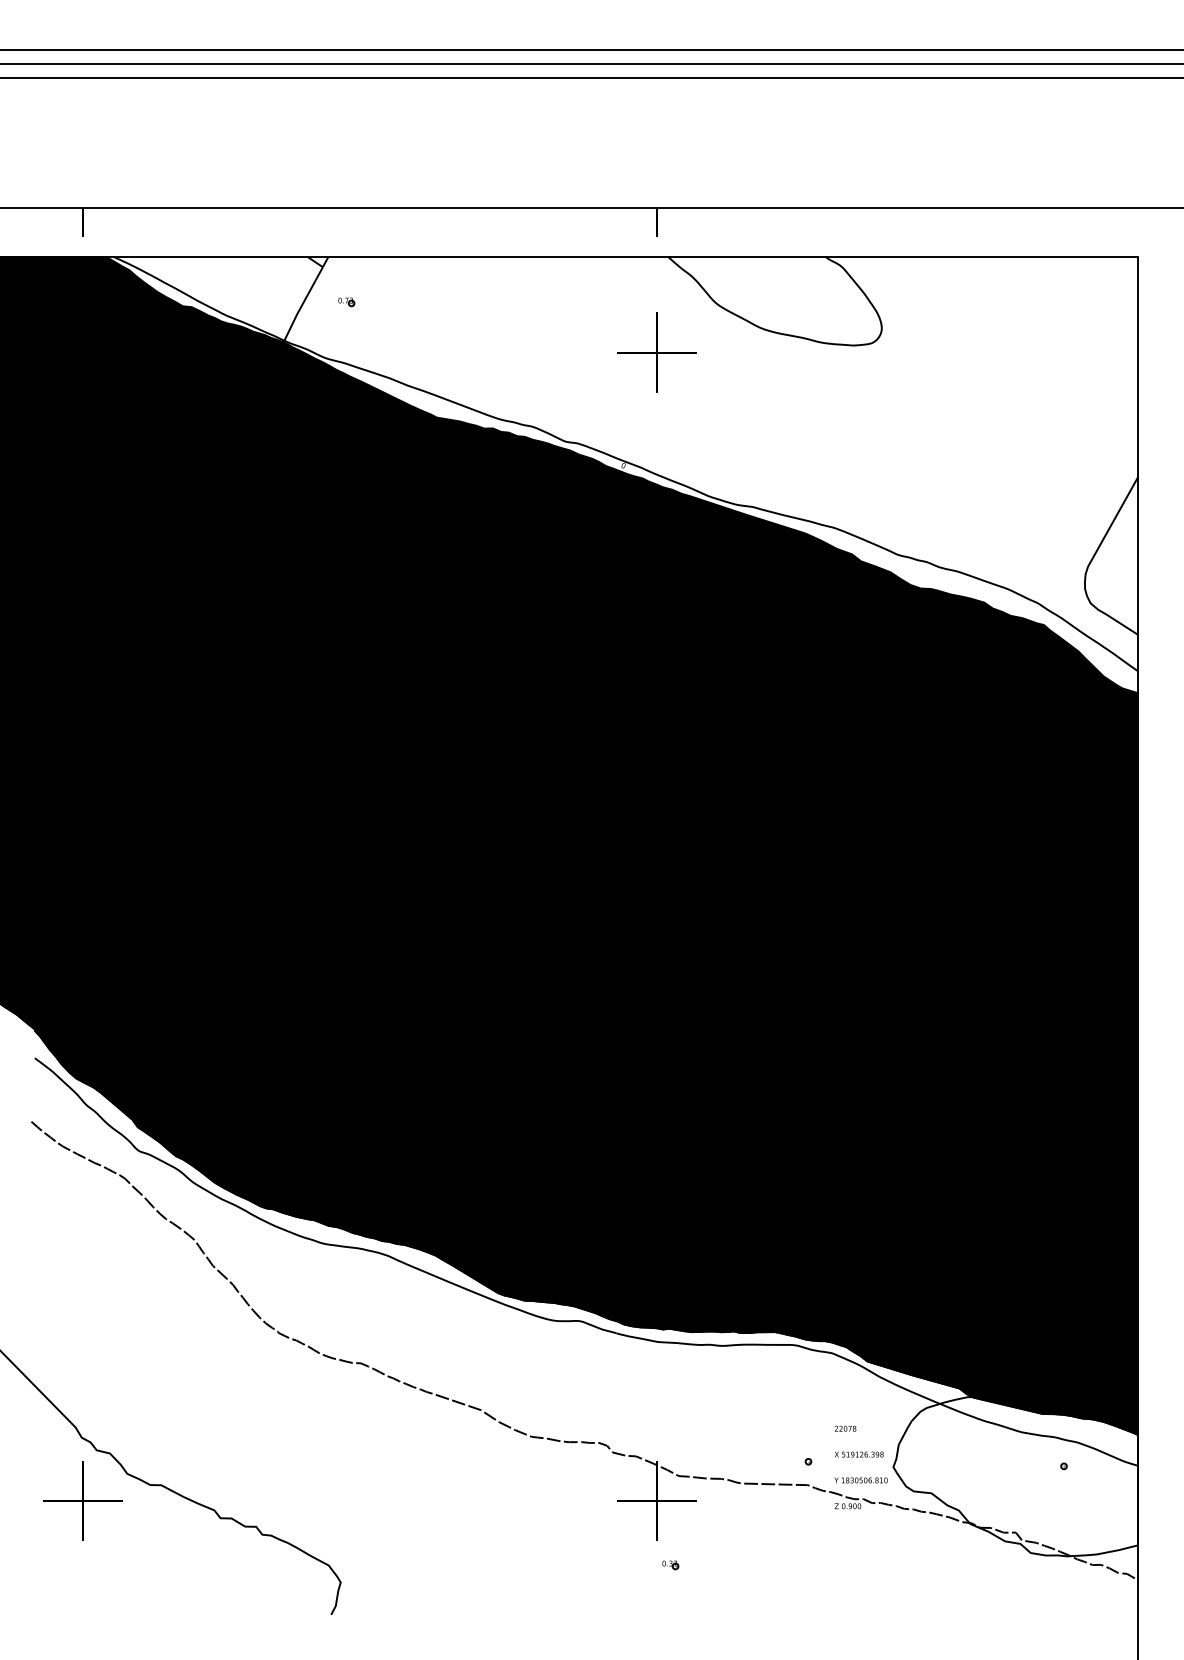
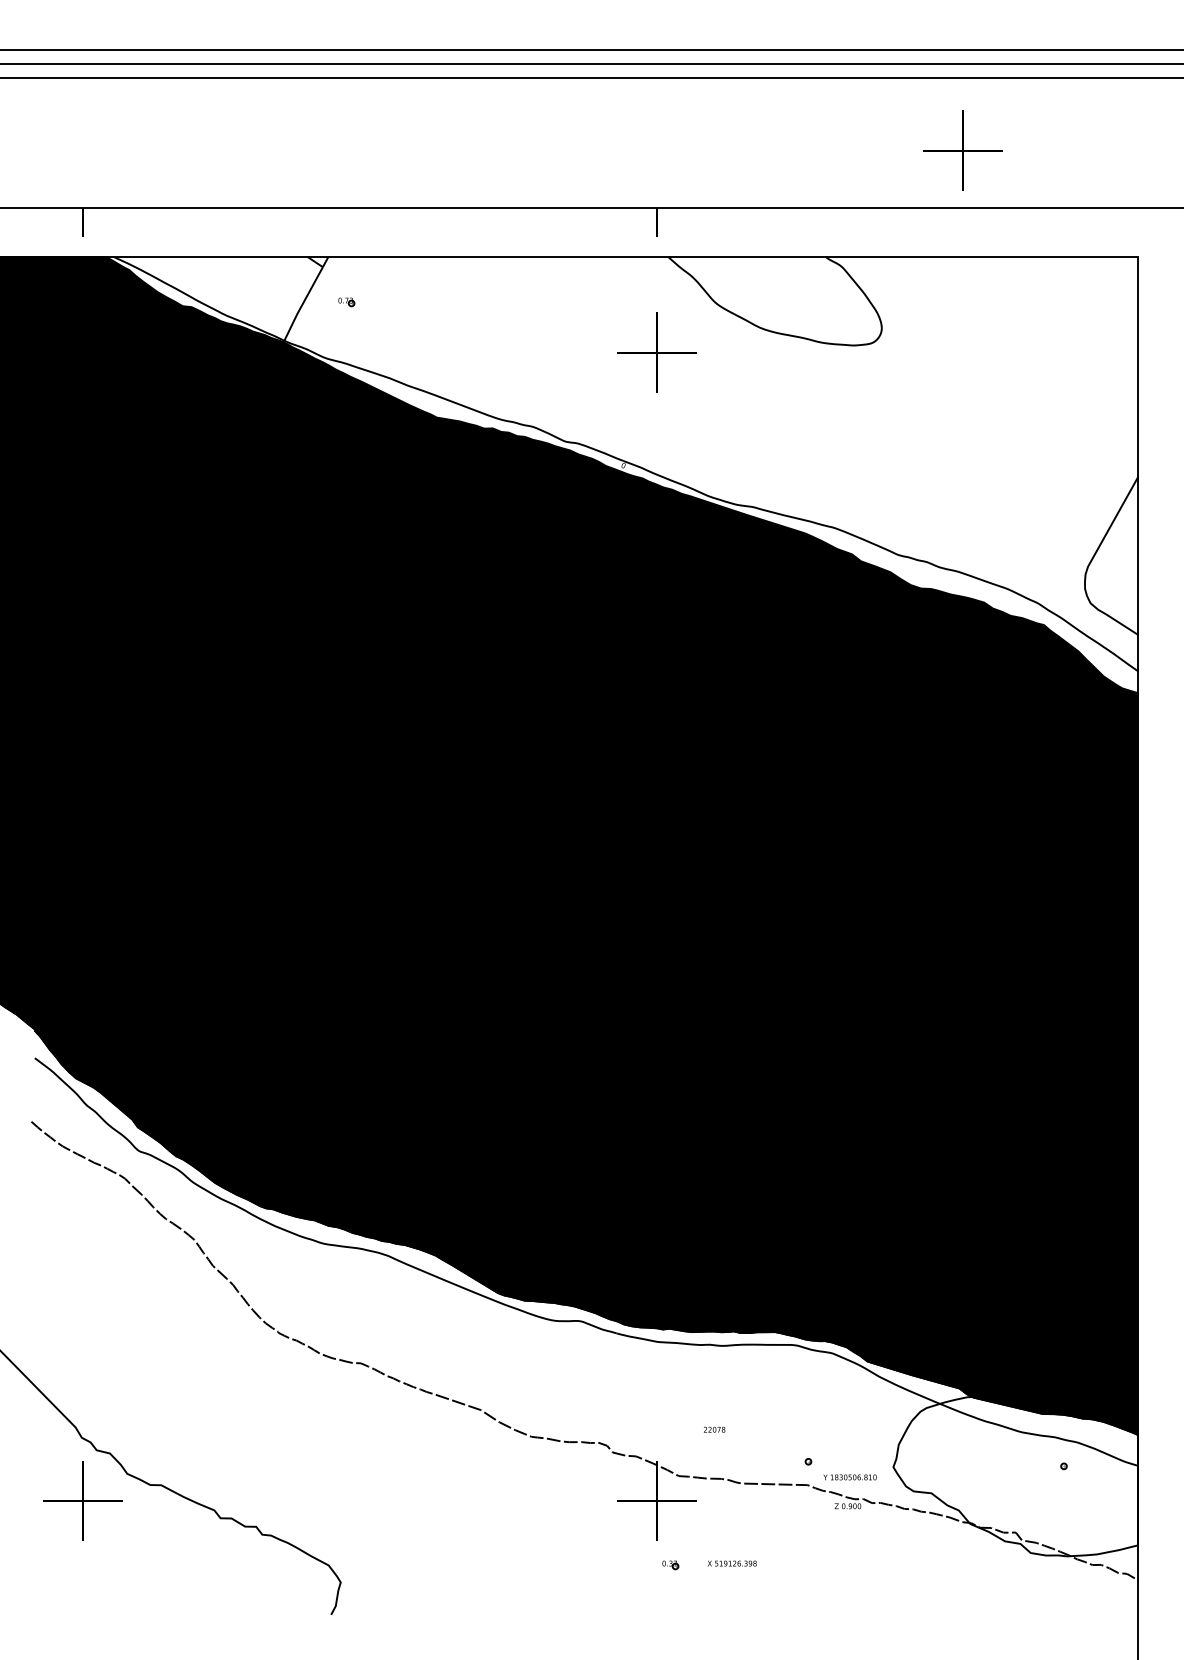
part at (962, 150): none -> present
text at (845, 1428) position: (845, 1428) -> (714, 1429)
text at (858, 1454) position: (858, 1454) -> (731, 1563)
text at (860, 1480) position: (860, 1480) -> (849, 1477)
